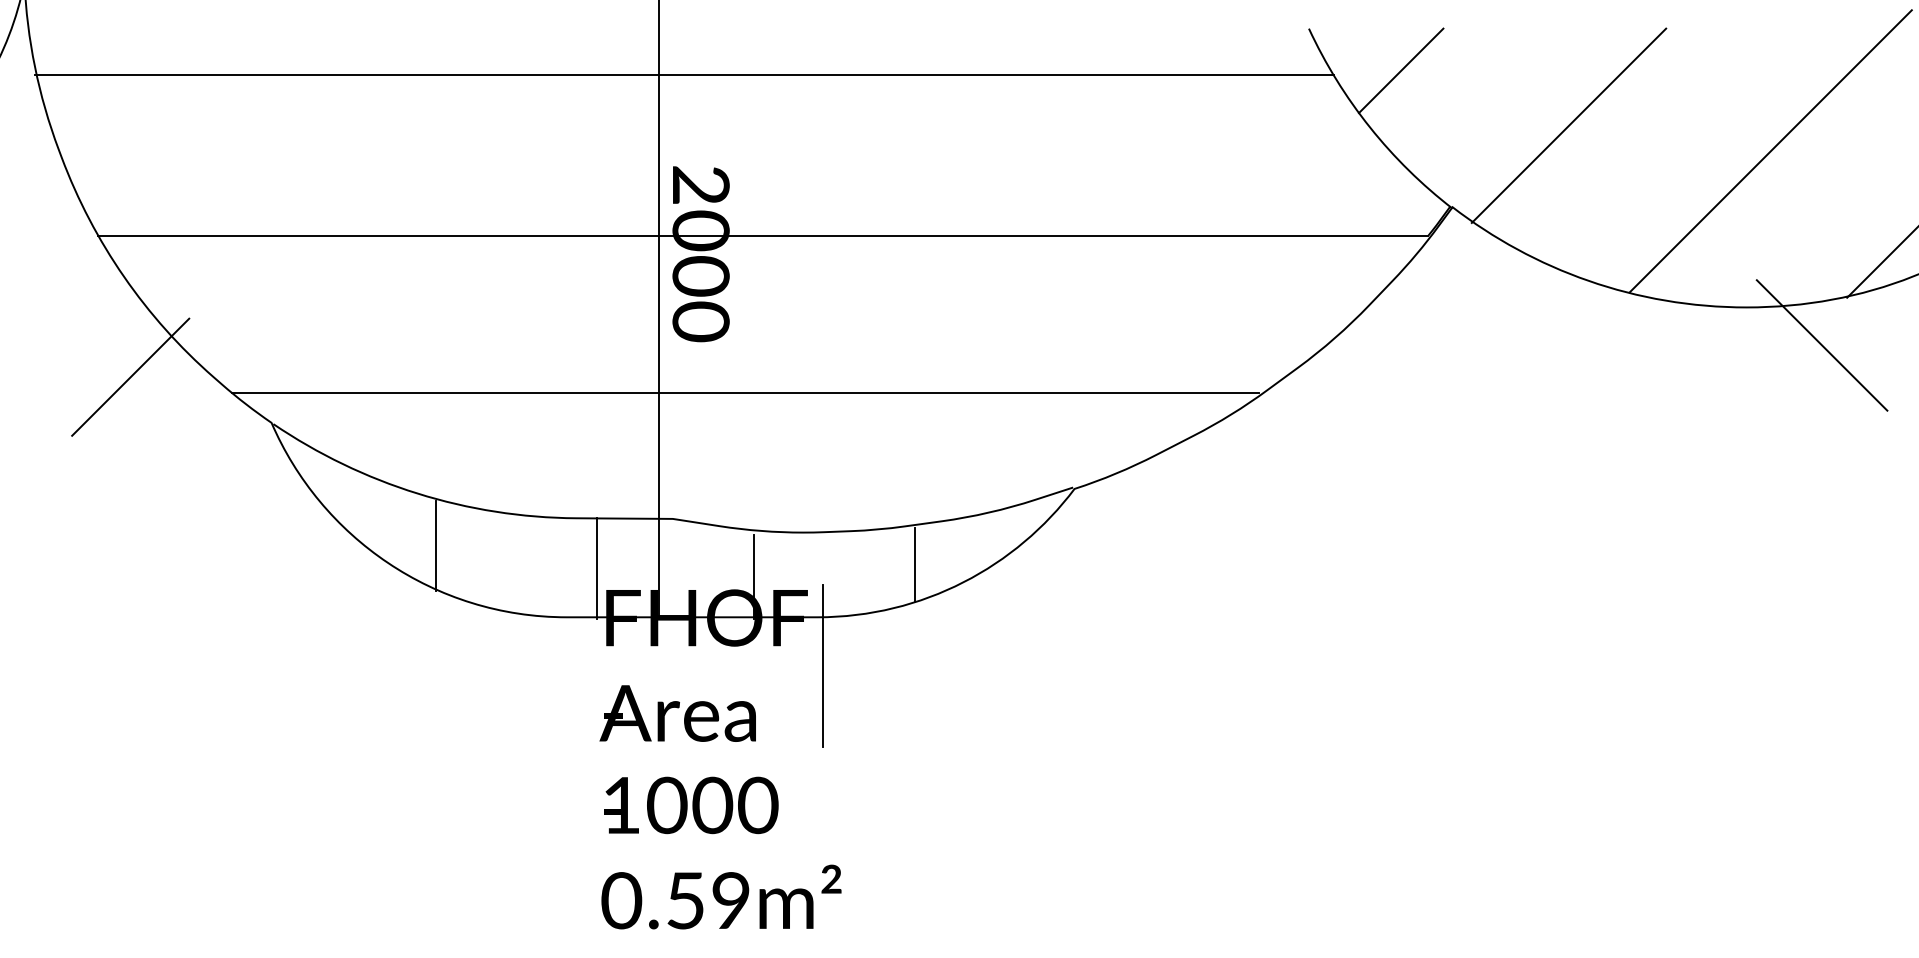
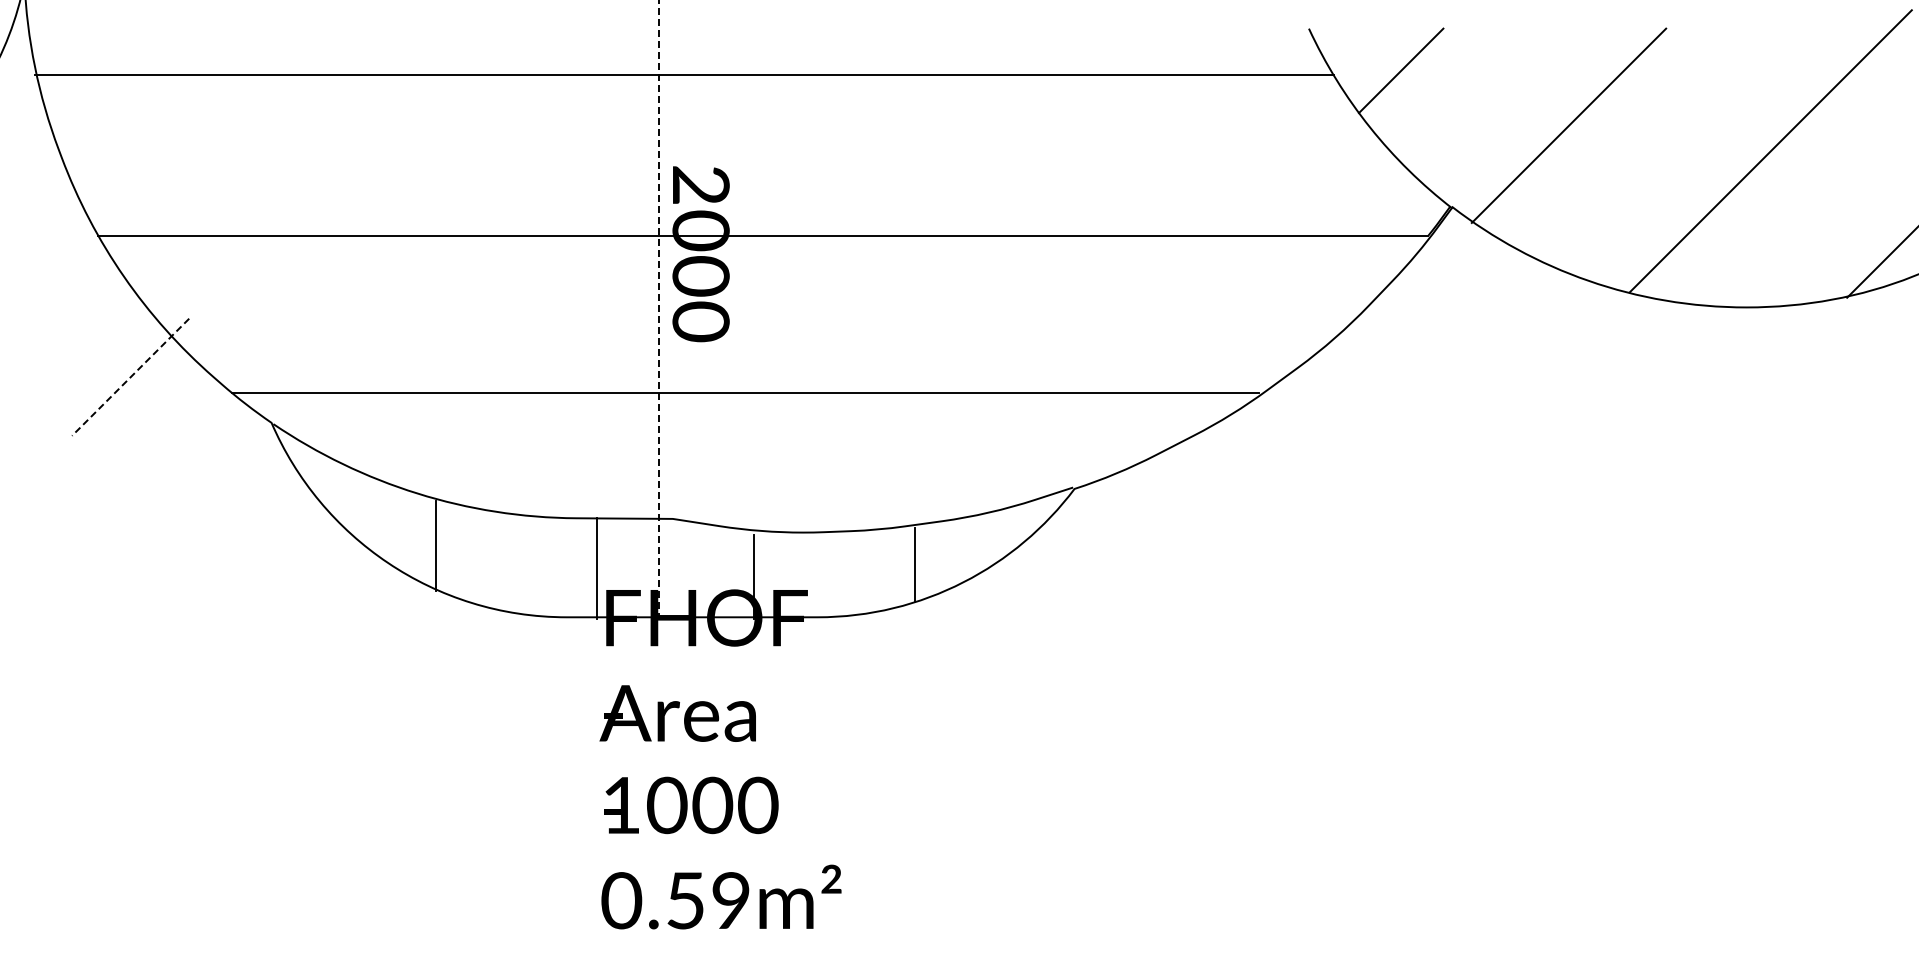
line at (659, 309): solid -> dashed
line at (1821, 345): present -> none
line at (130, 377): solid -> dashed
line at (822, 665): present -> none
